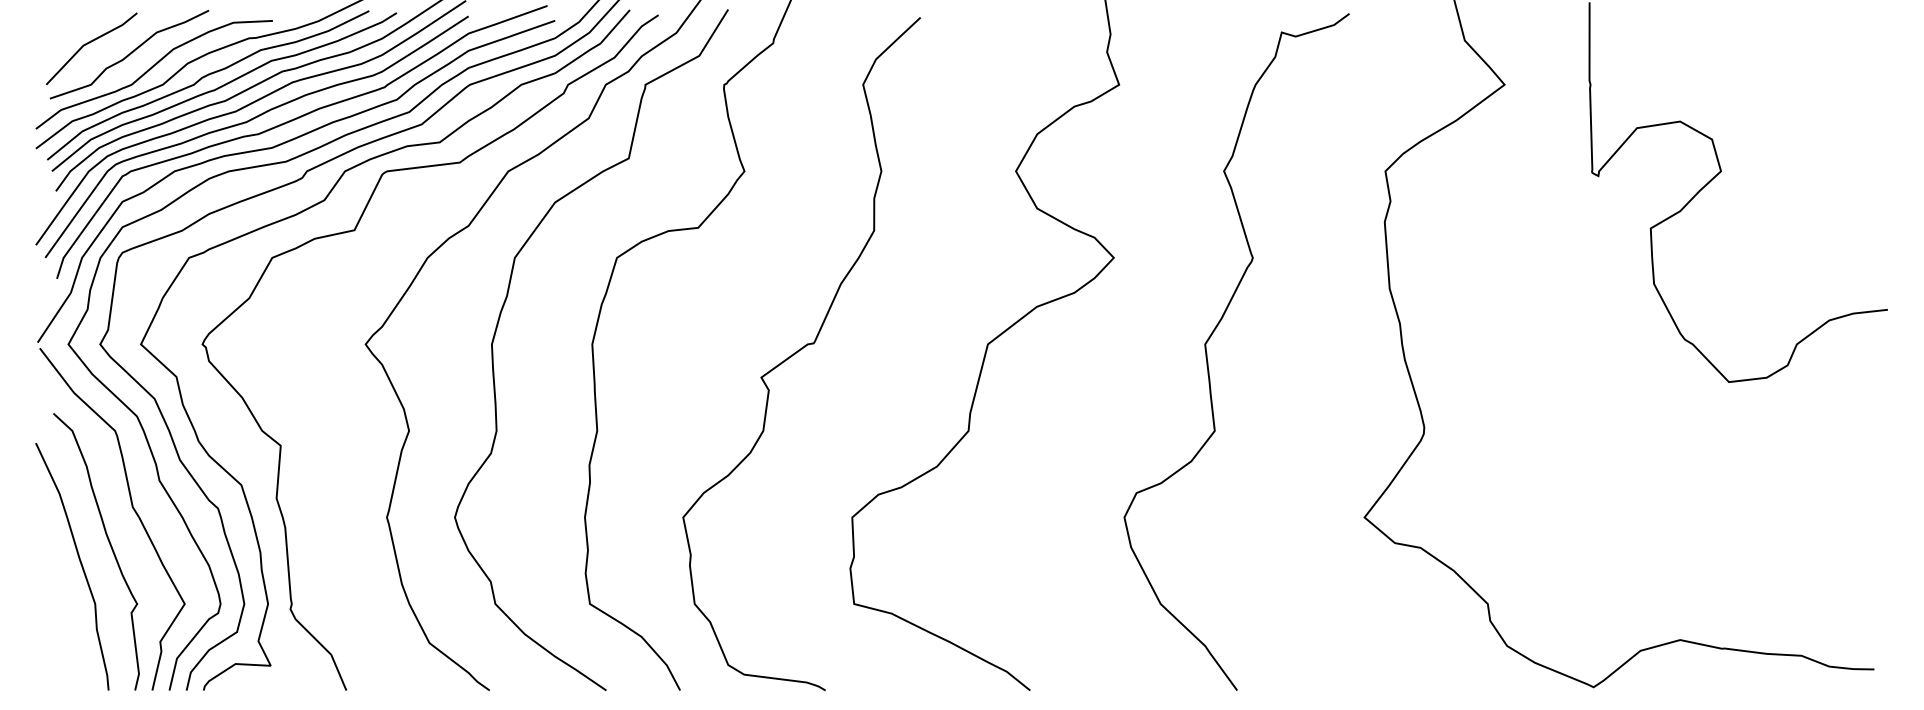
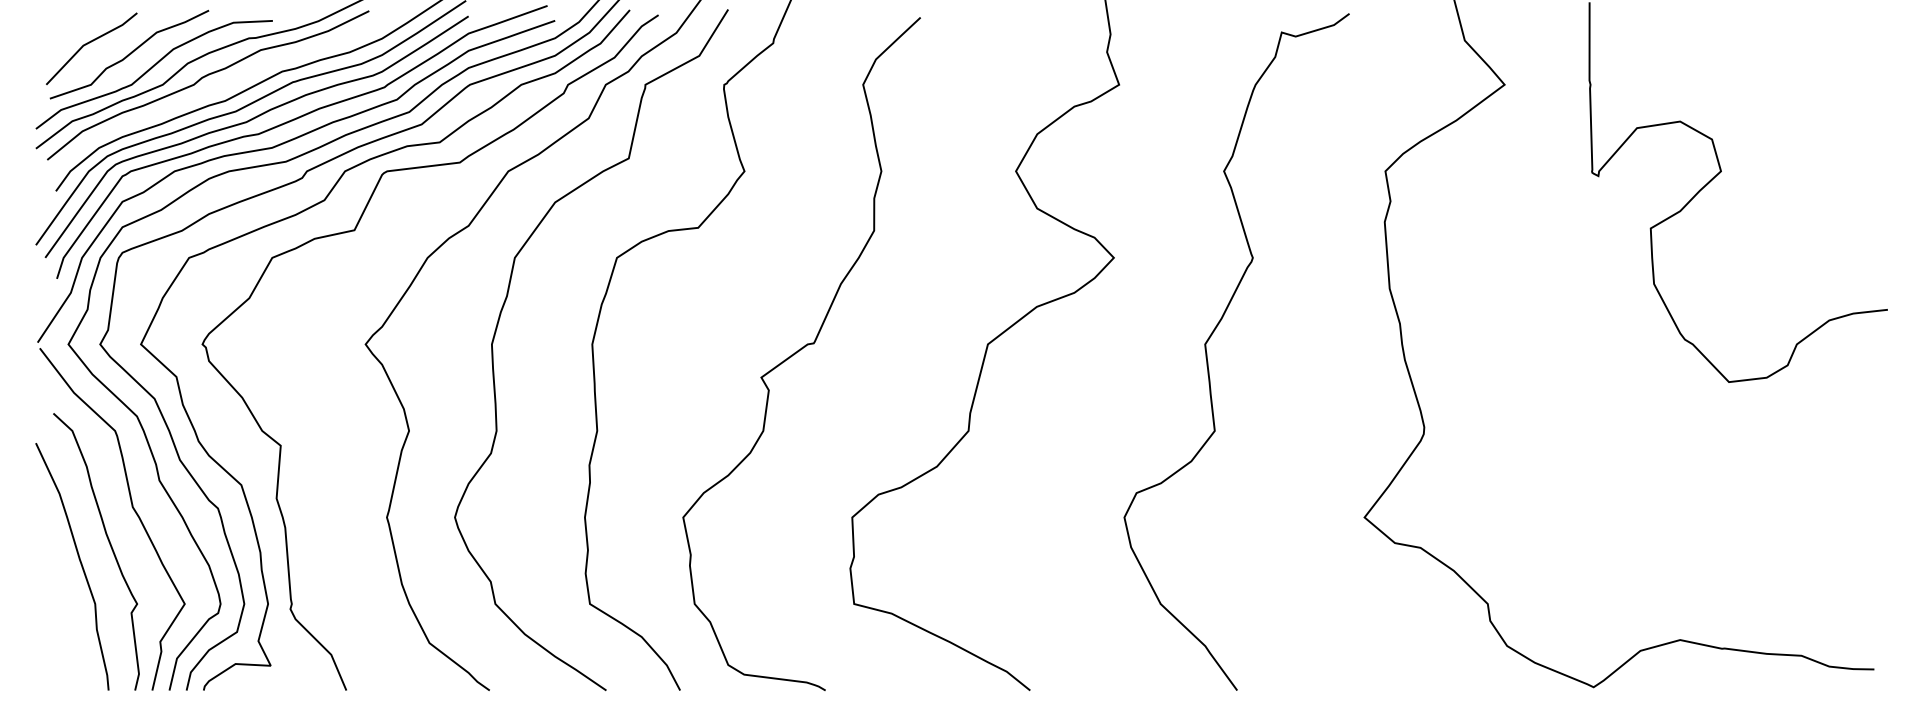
curve at (222, 87): present -> none
